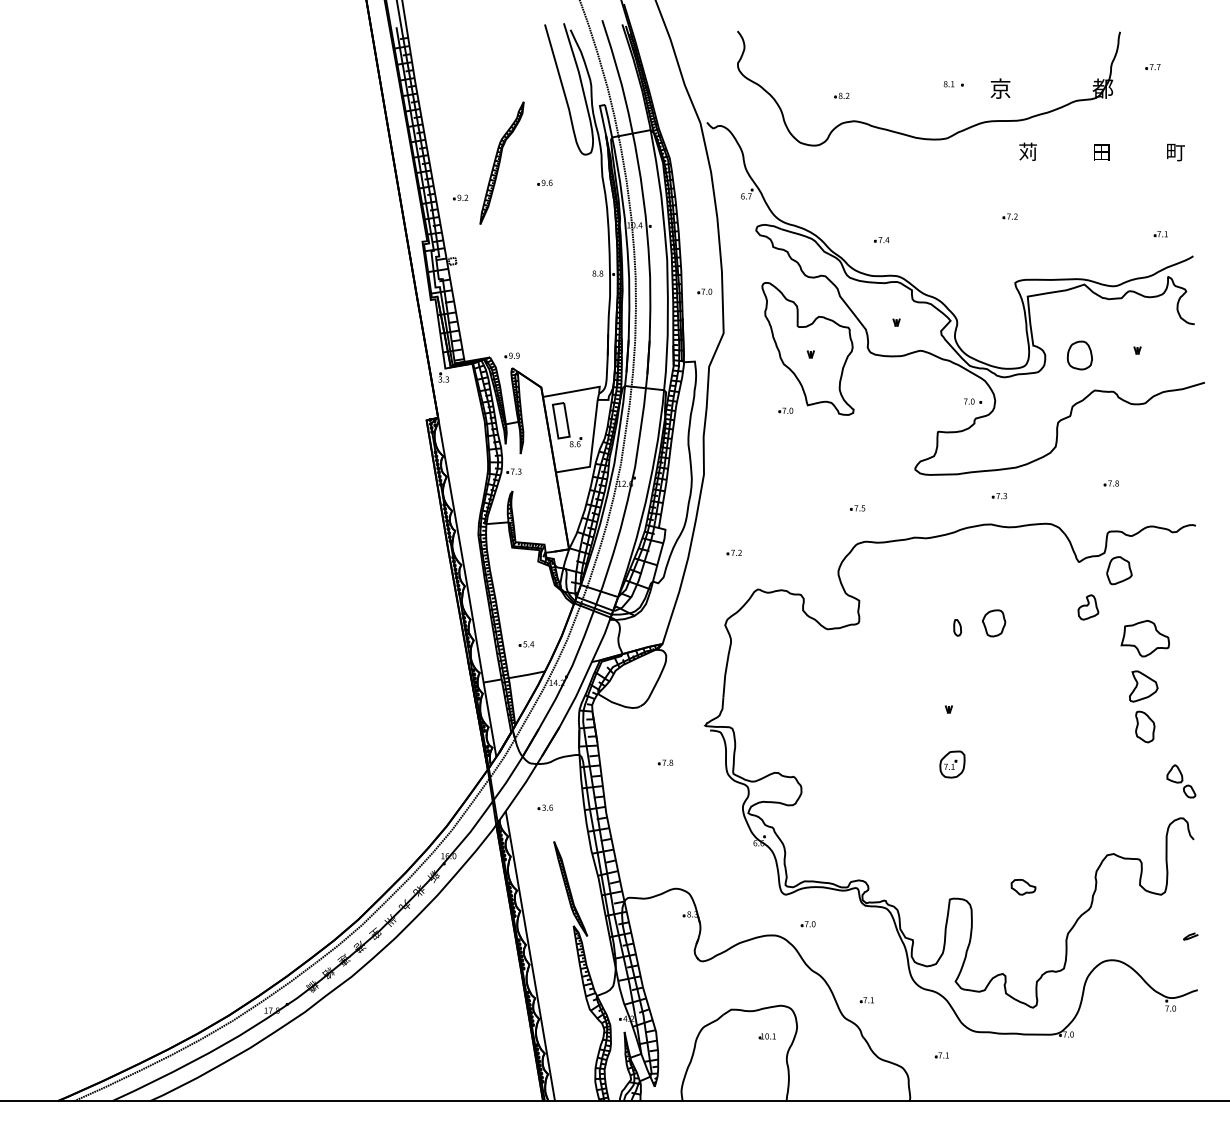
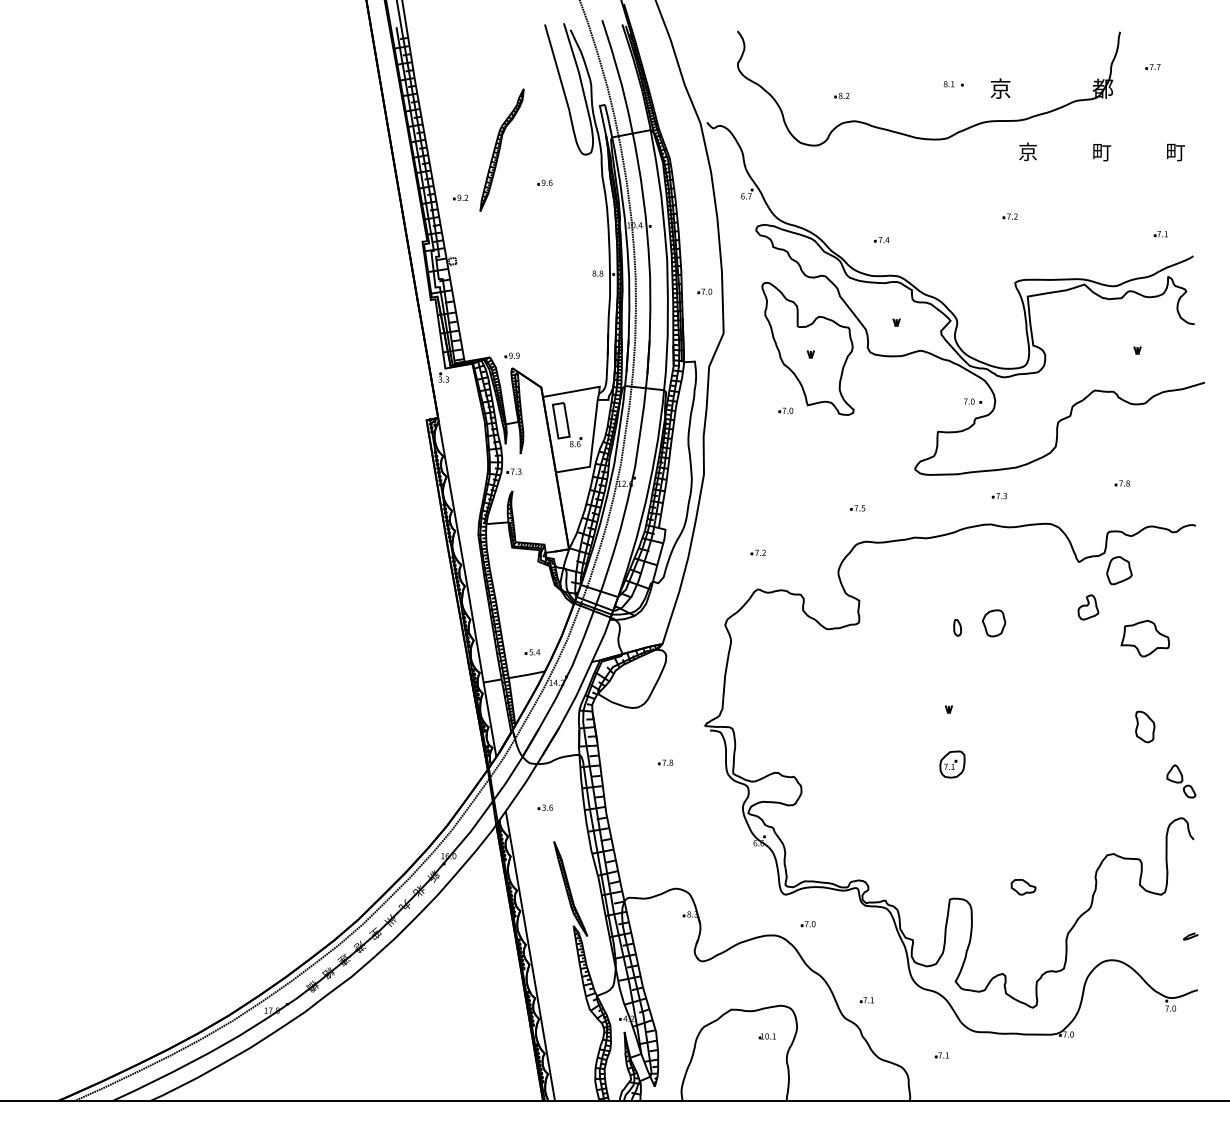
text at (1027, 151): 苅 -> 京
text at (1102, 152): 田 -> 町
part at (501, 162) position: (501, 162) -> (501, 149)
part at (1079, 355): present -> none
part at (1110, 483) position: (1110, 483) -> (1121, 483)
part at (733, 552) position: (733, 552) -> (757, 552)
part at (526, 644) position: (526, 644) -> (532, 652)
part at (1143, 686): present -> none
